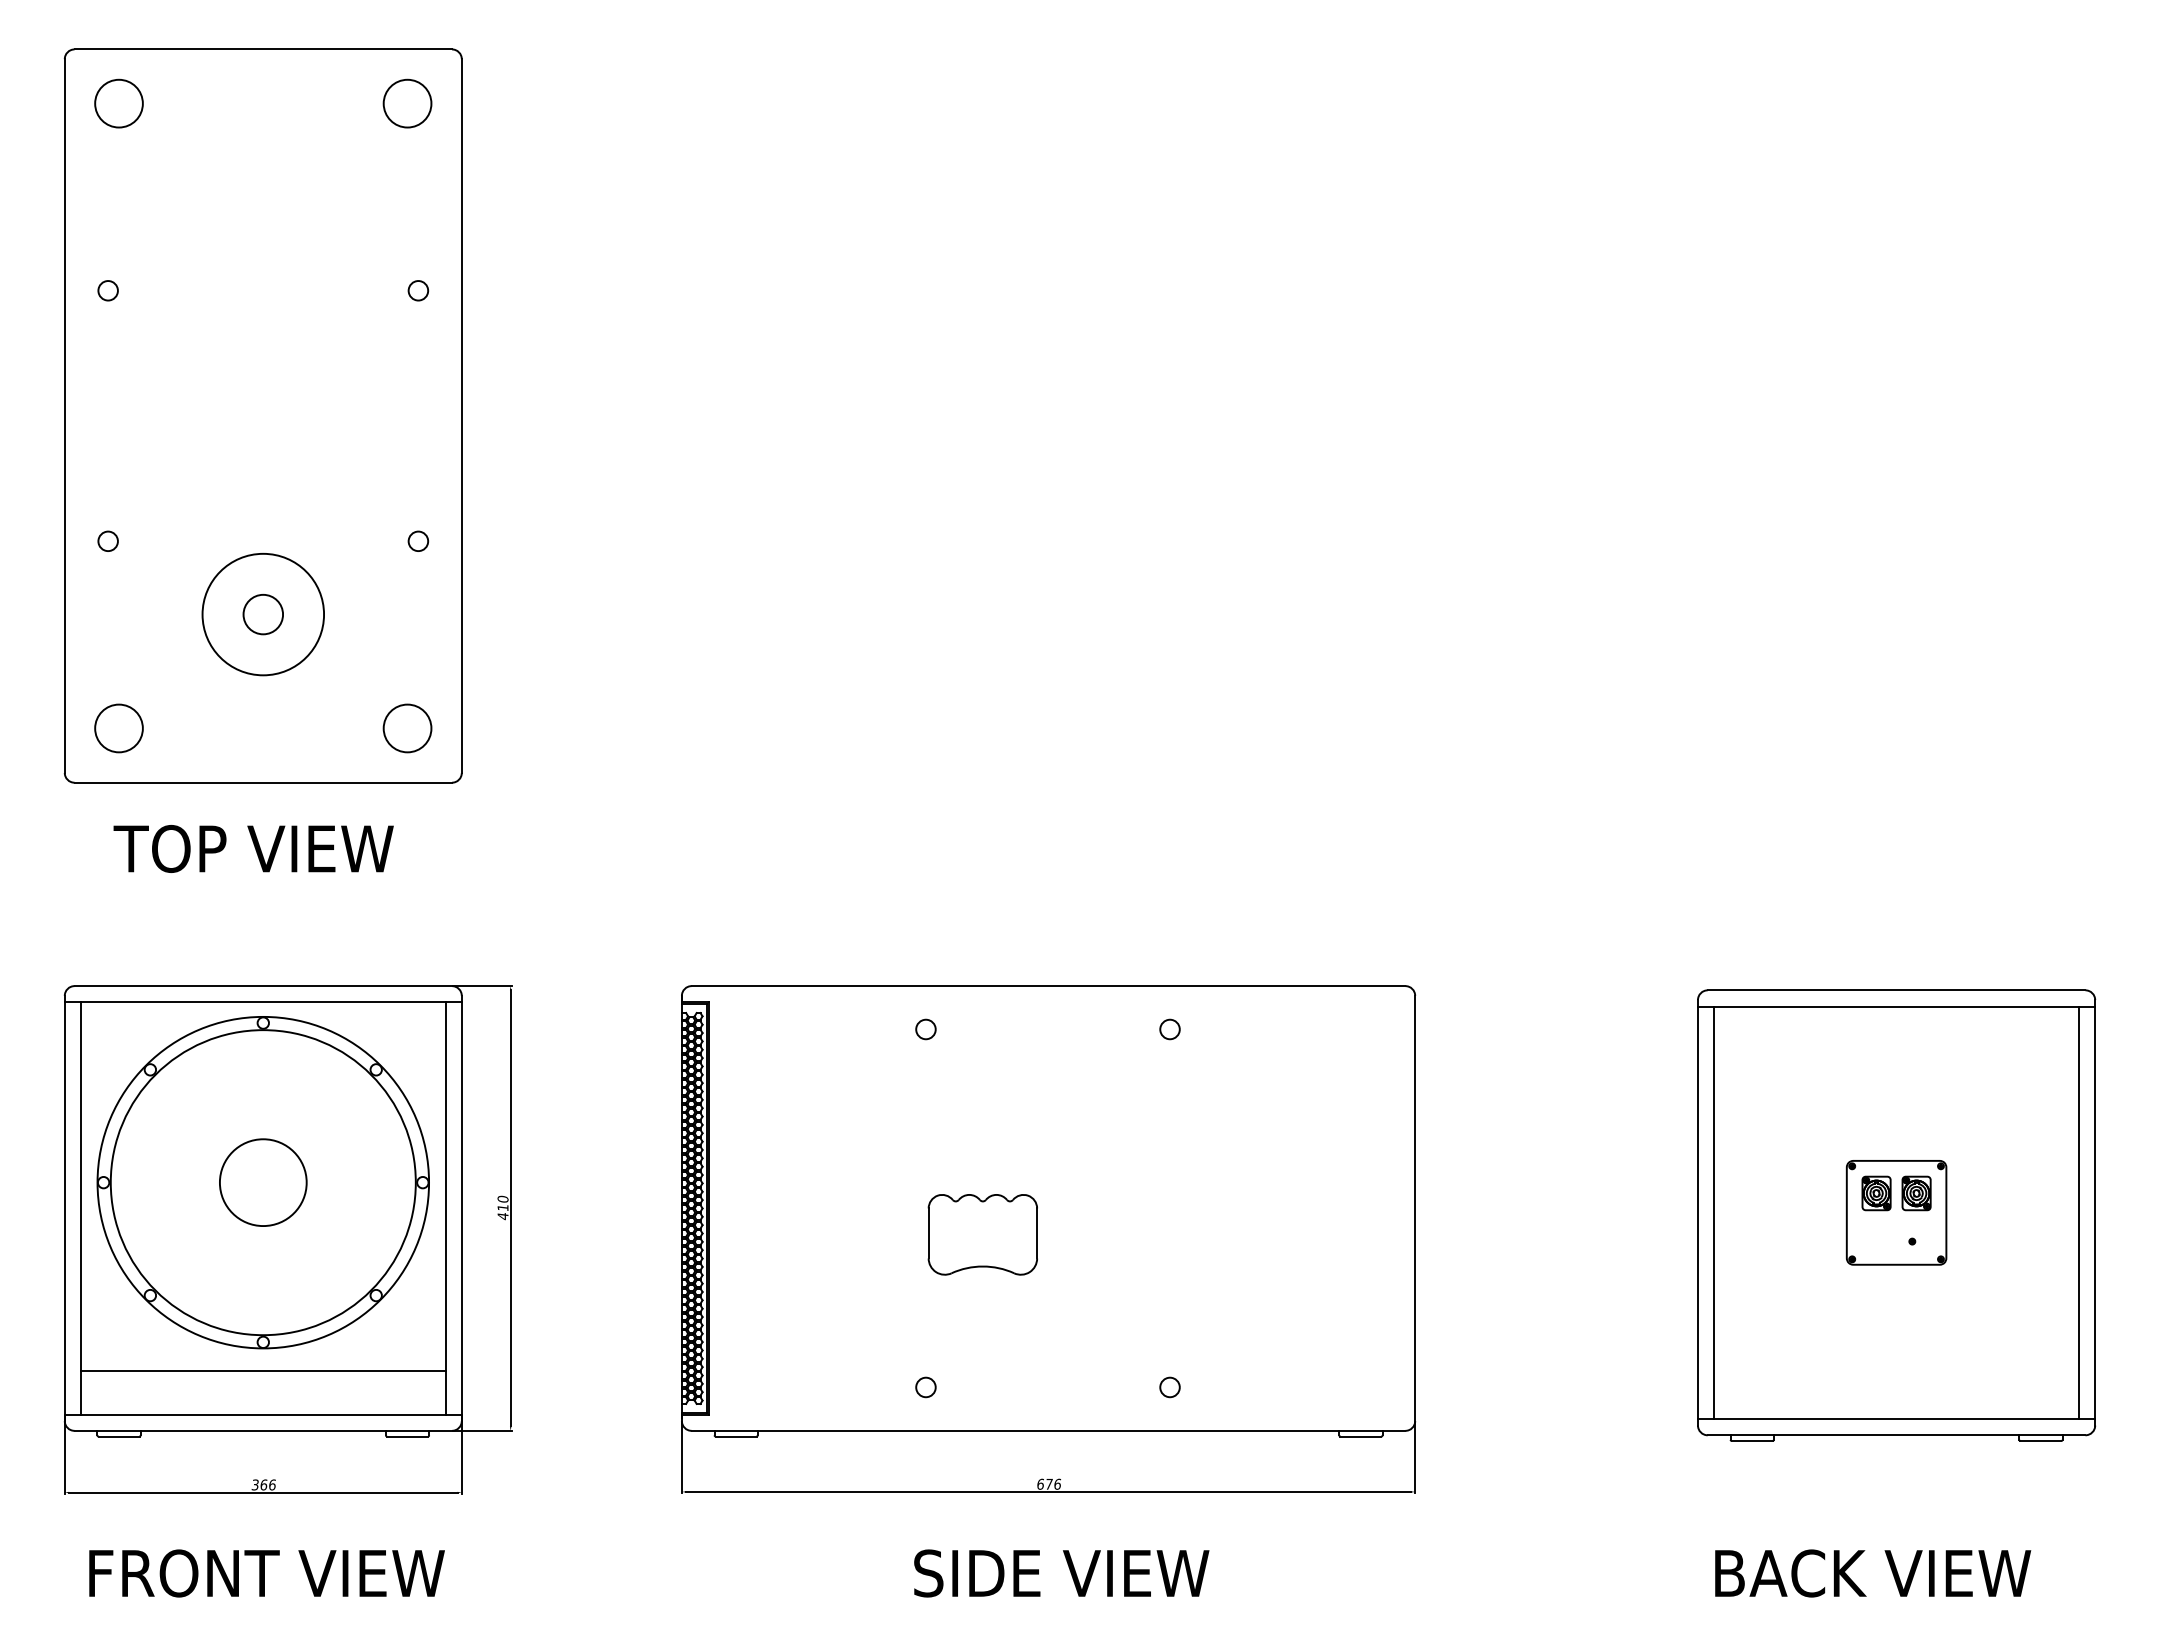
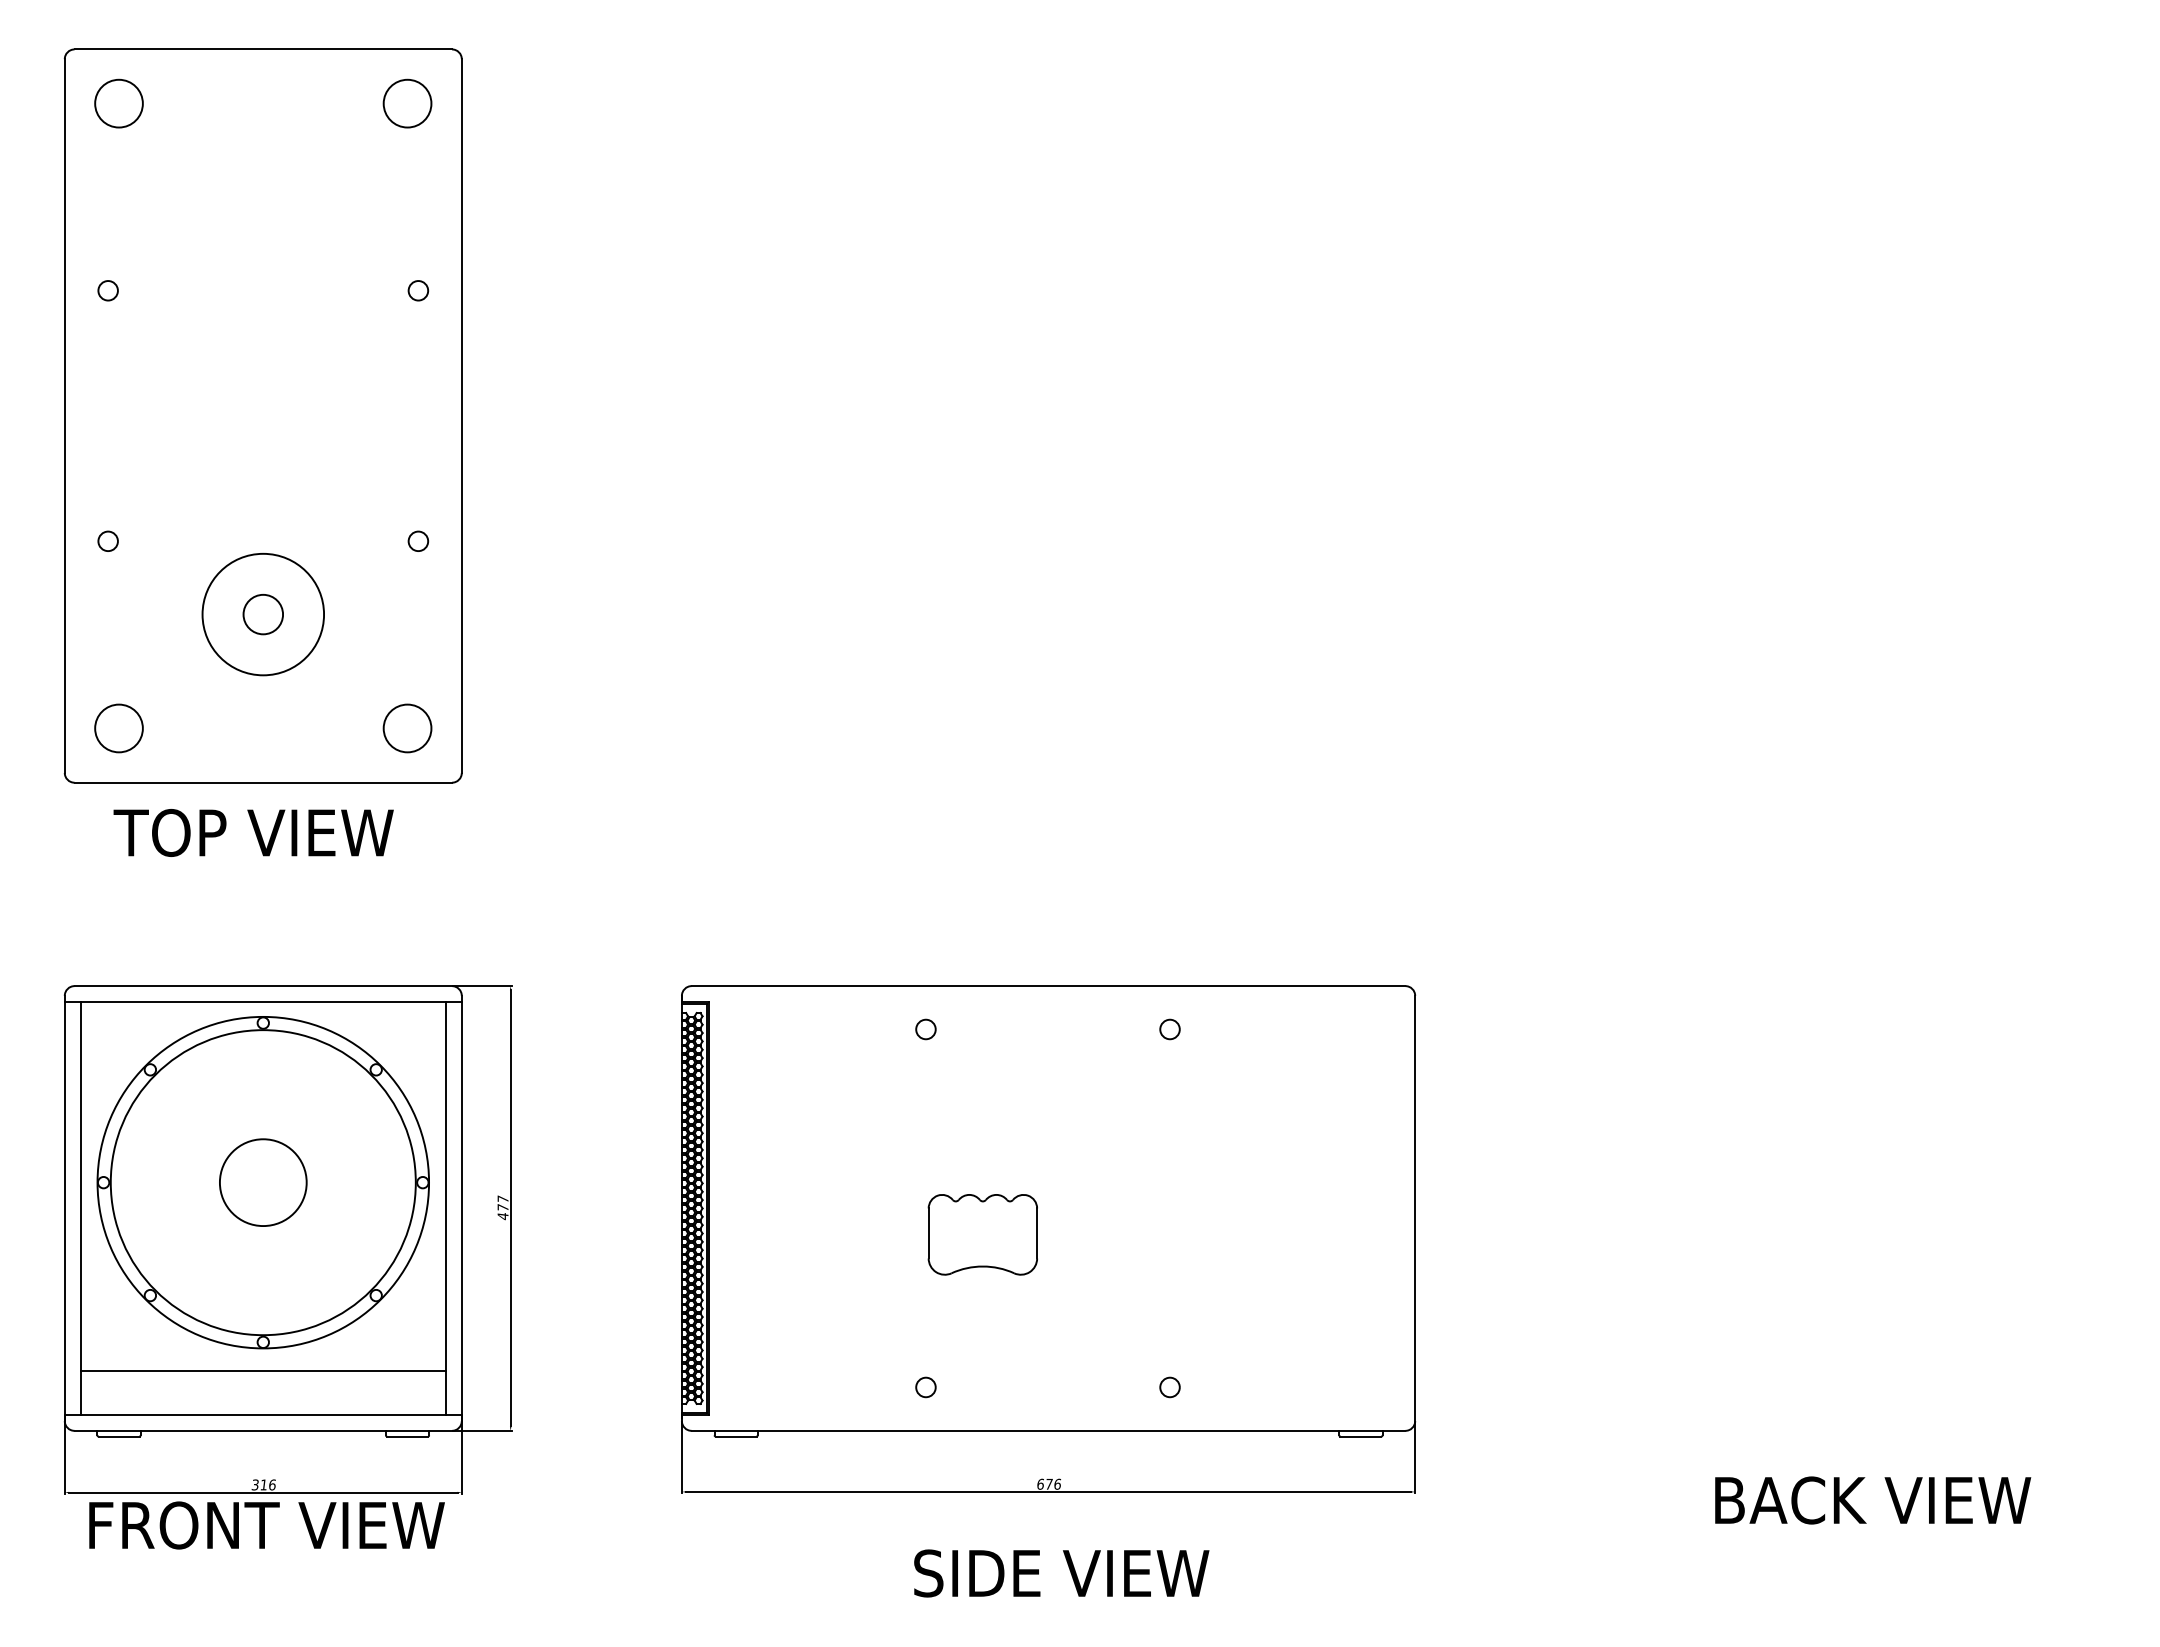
text at (253, 848) position: (253, 848) -> (253, 832)
text at (502, 1202): 410 -> 477
part at (1896, 1215): present -> none
text at (263, 1484): 366 -> 316
text at (266, 1573) position: (266, 1573) -> (266, 1525)
text at (1873, 1573) position: (1873, 1573) -> (1873, 1500)
